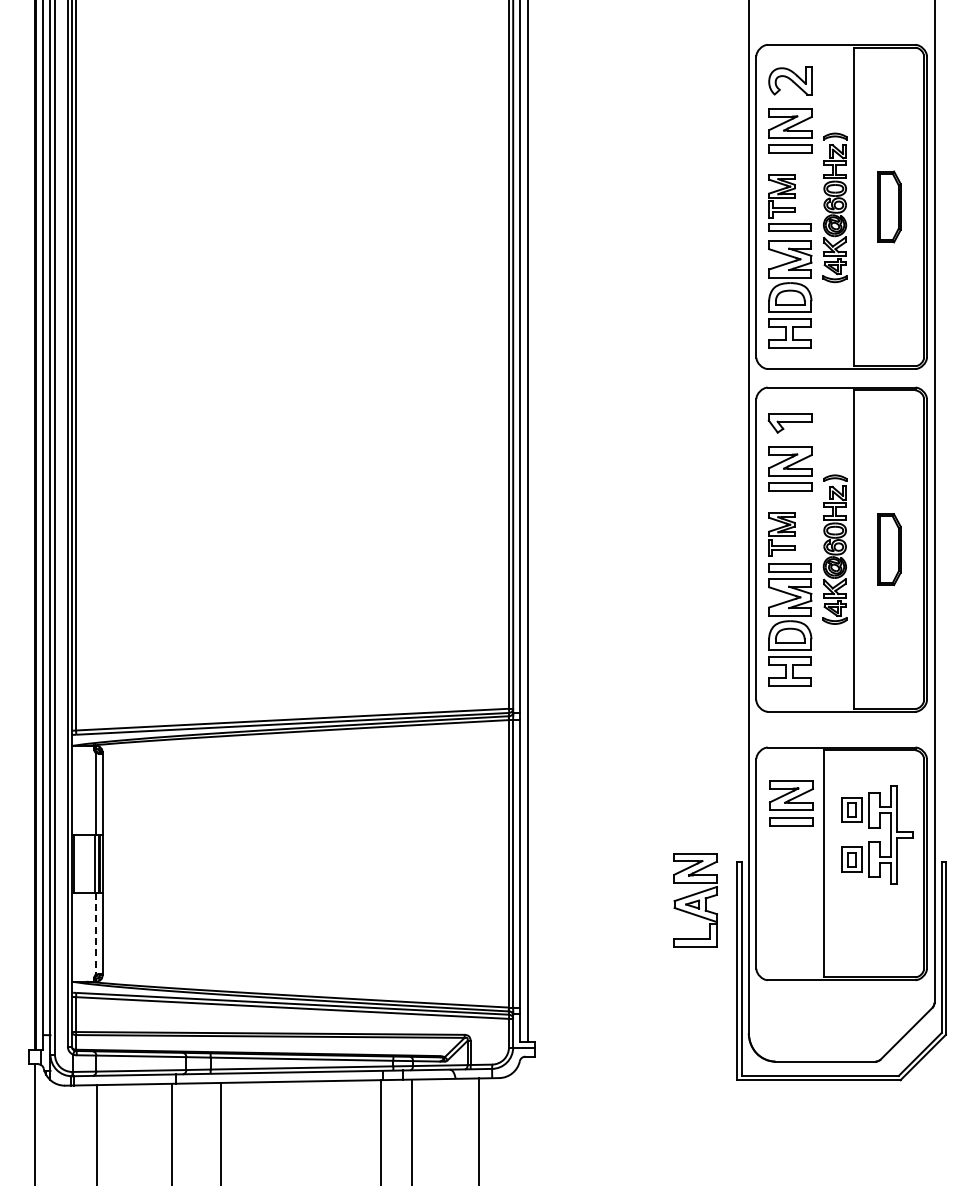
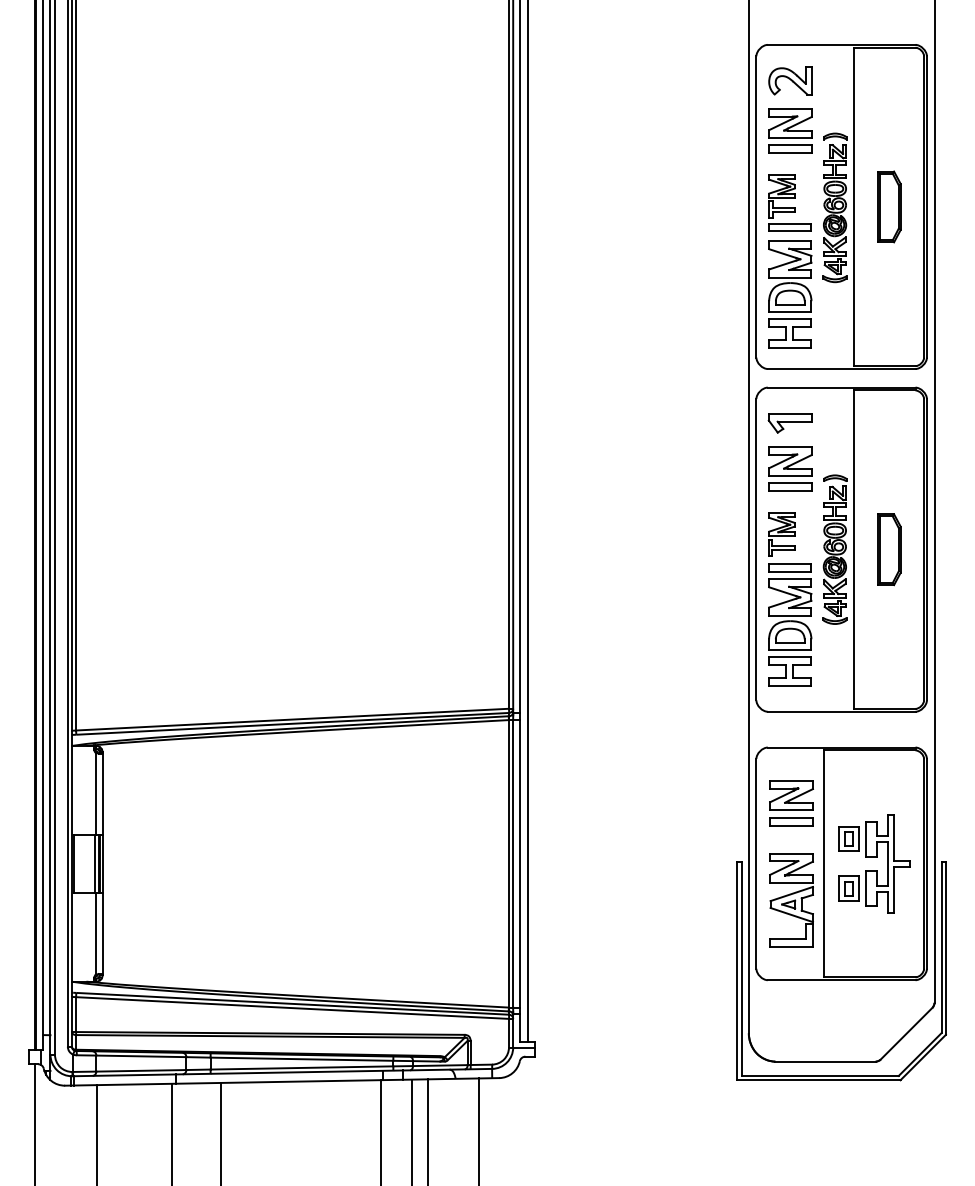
part at (877, 834) position: (877, 834) -> (874, 863)
part at (695, 900) position: (695, 900) -> (791, 900)
line at (96, 933): dashed -> solid
line at (428, 1130): none -> present
